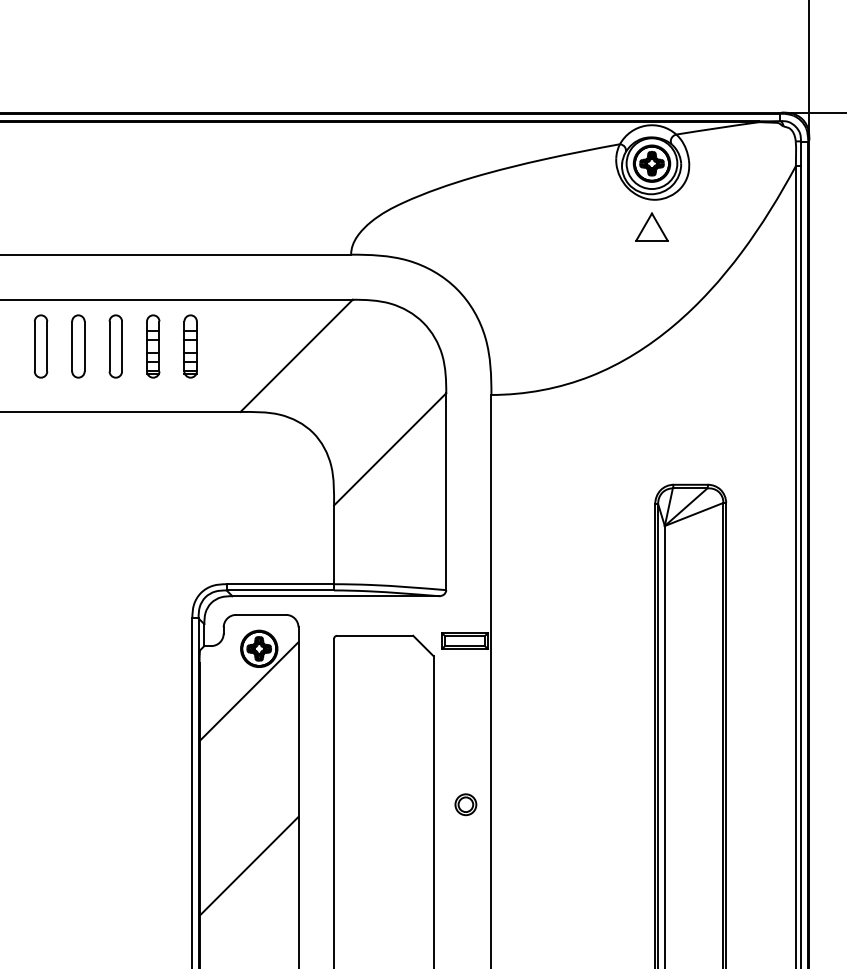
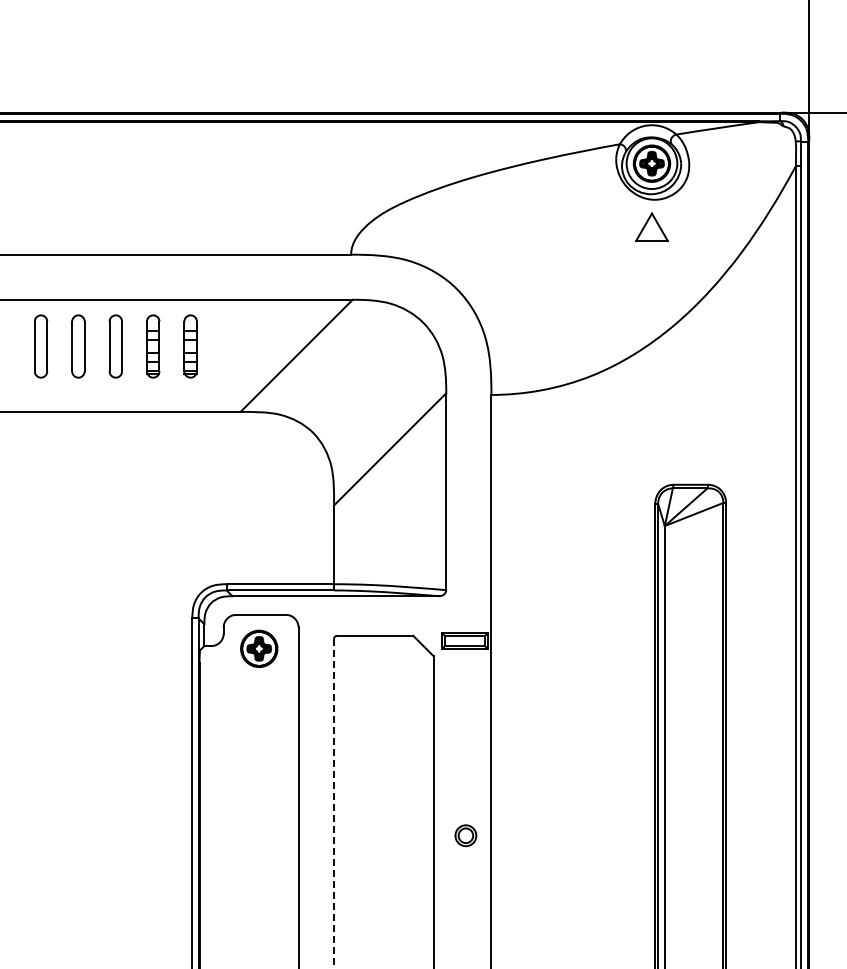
line at (248, 691): present -> none
line at (334, 803): solid -> dashed
part at (465, 804) position: (465, 804) -> (465, 835)
line at (248, 865): present -> none
